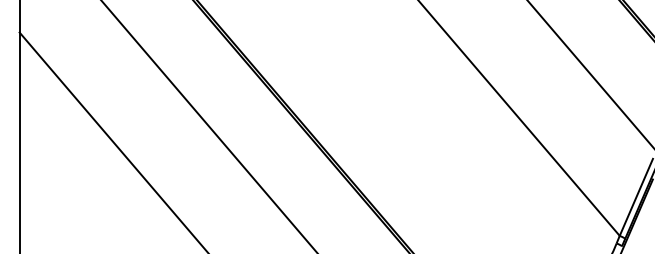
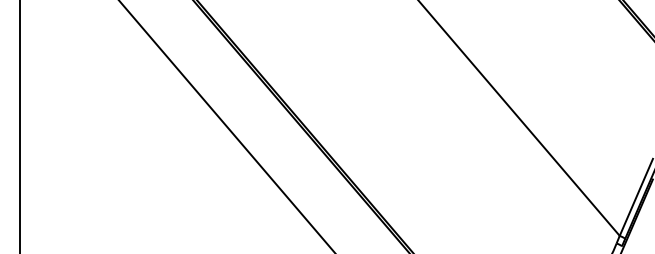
line at (590, 73): present -> none
line at (208, 126) position: (208, 126) -> (226, 126)
line at (112, 141): present -> none
